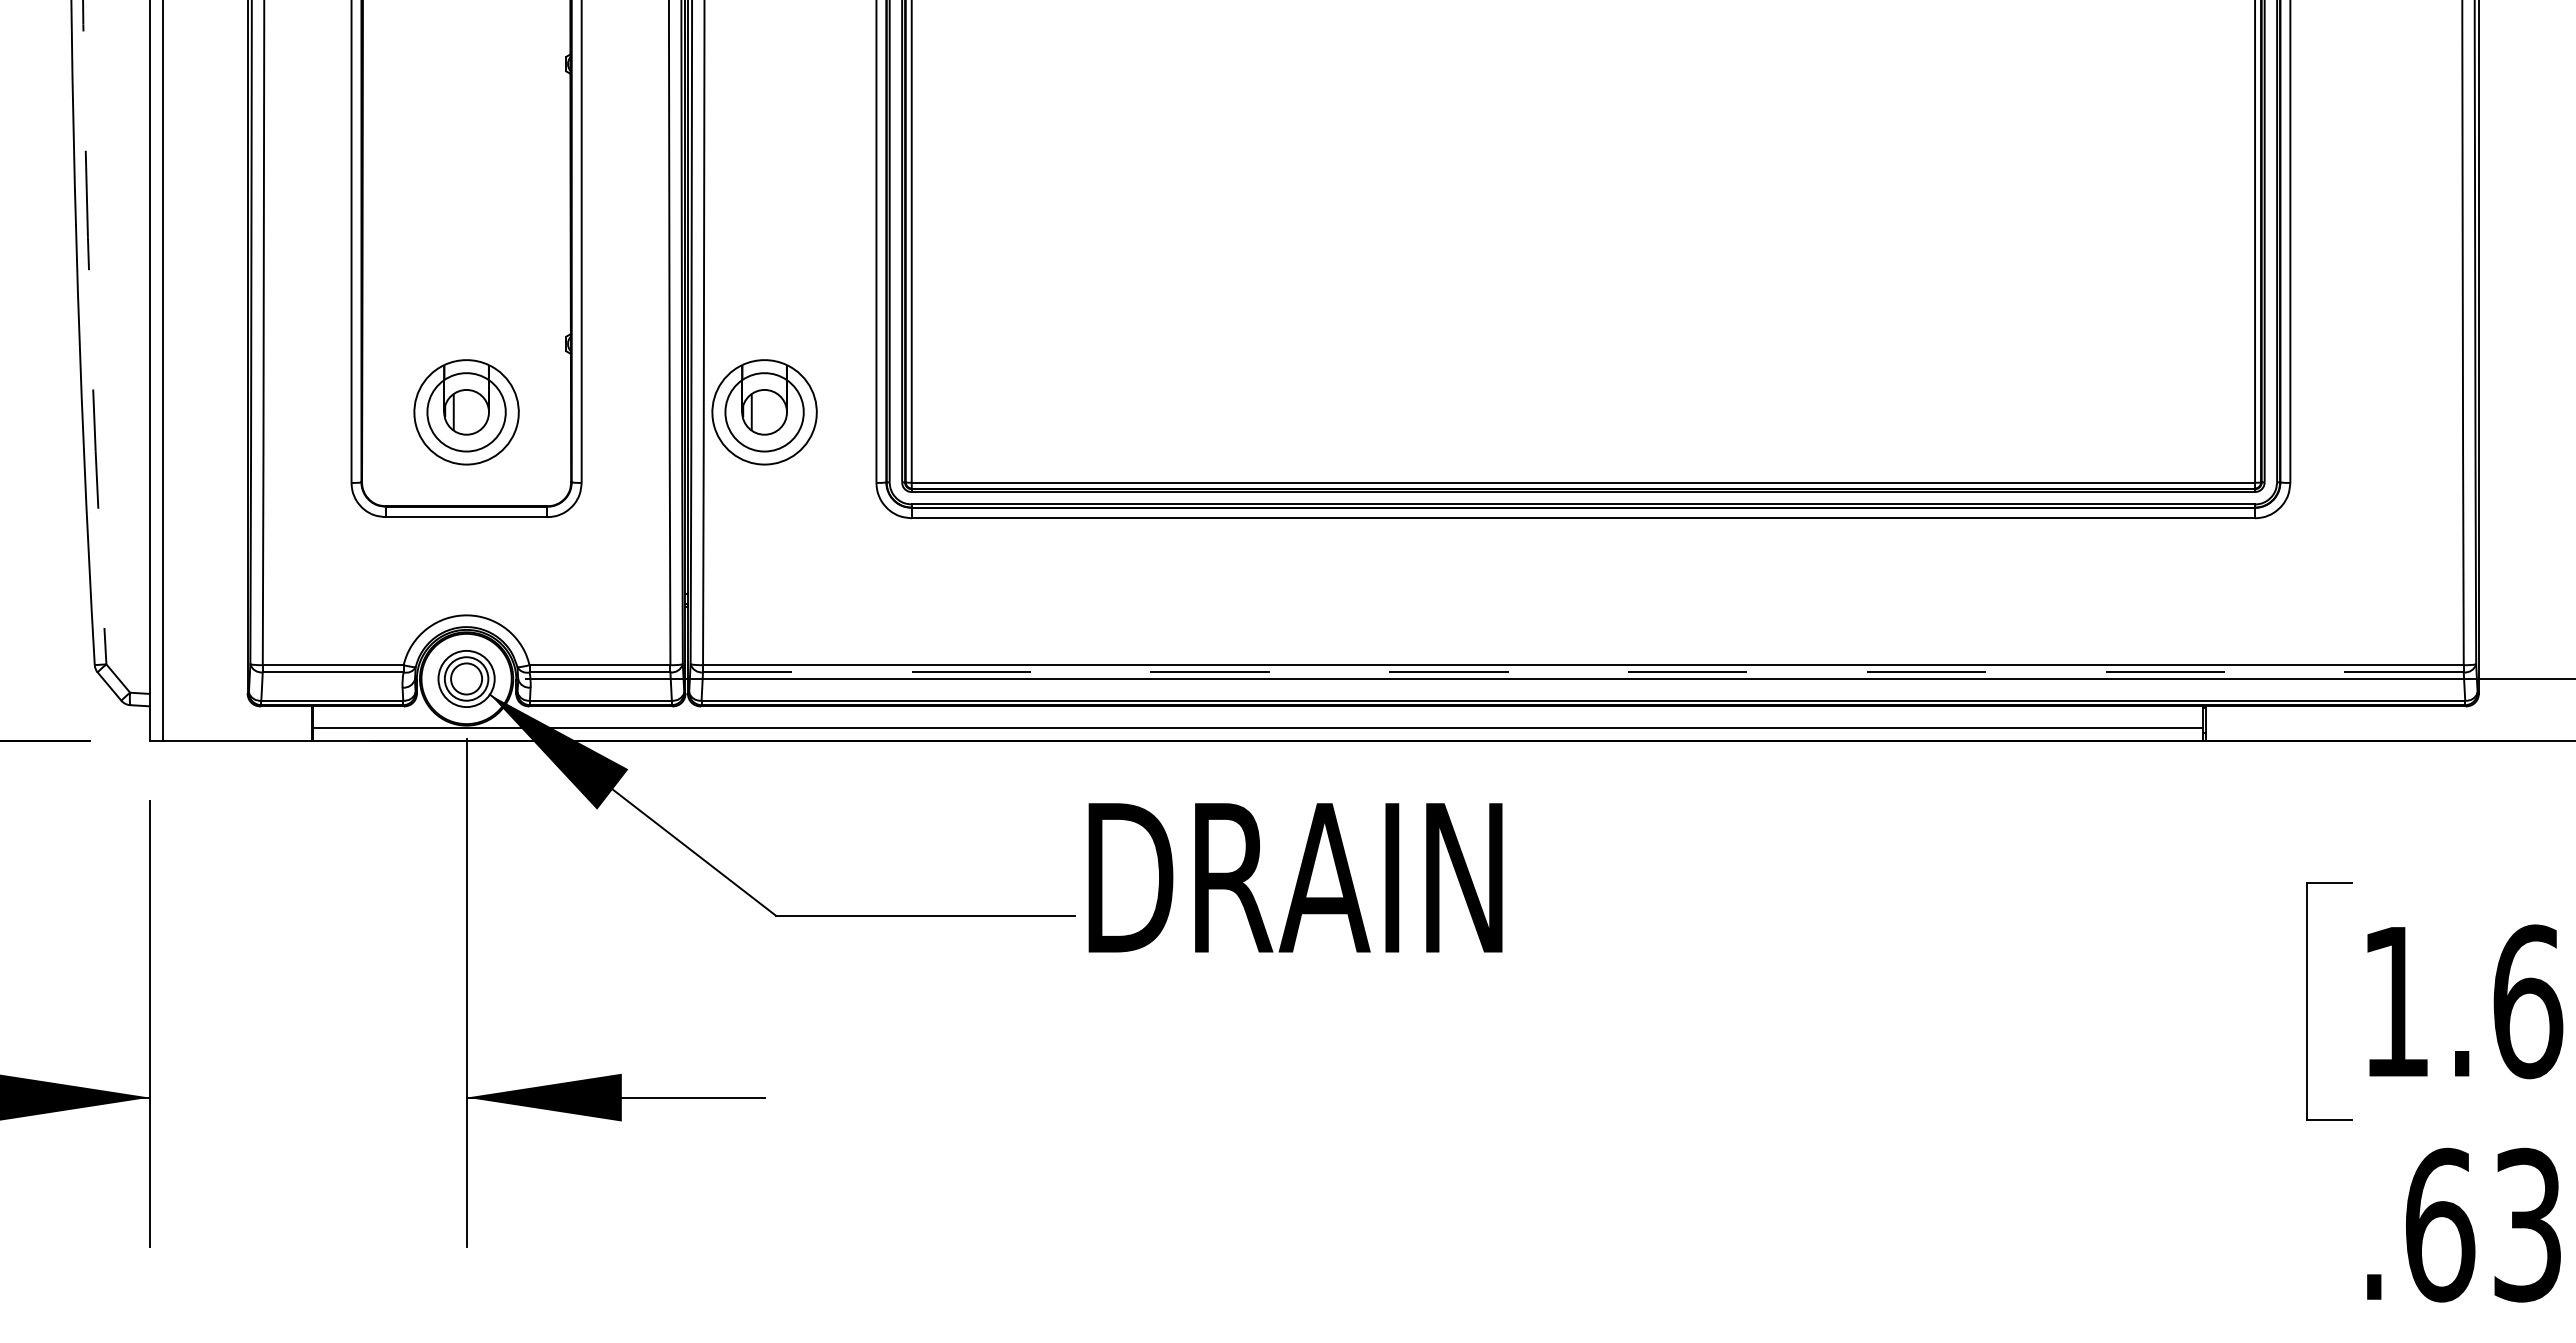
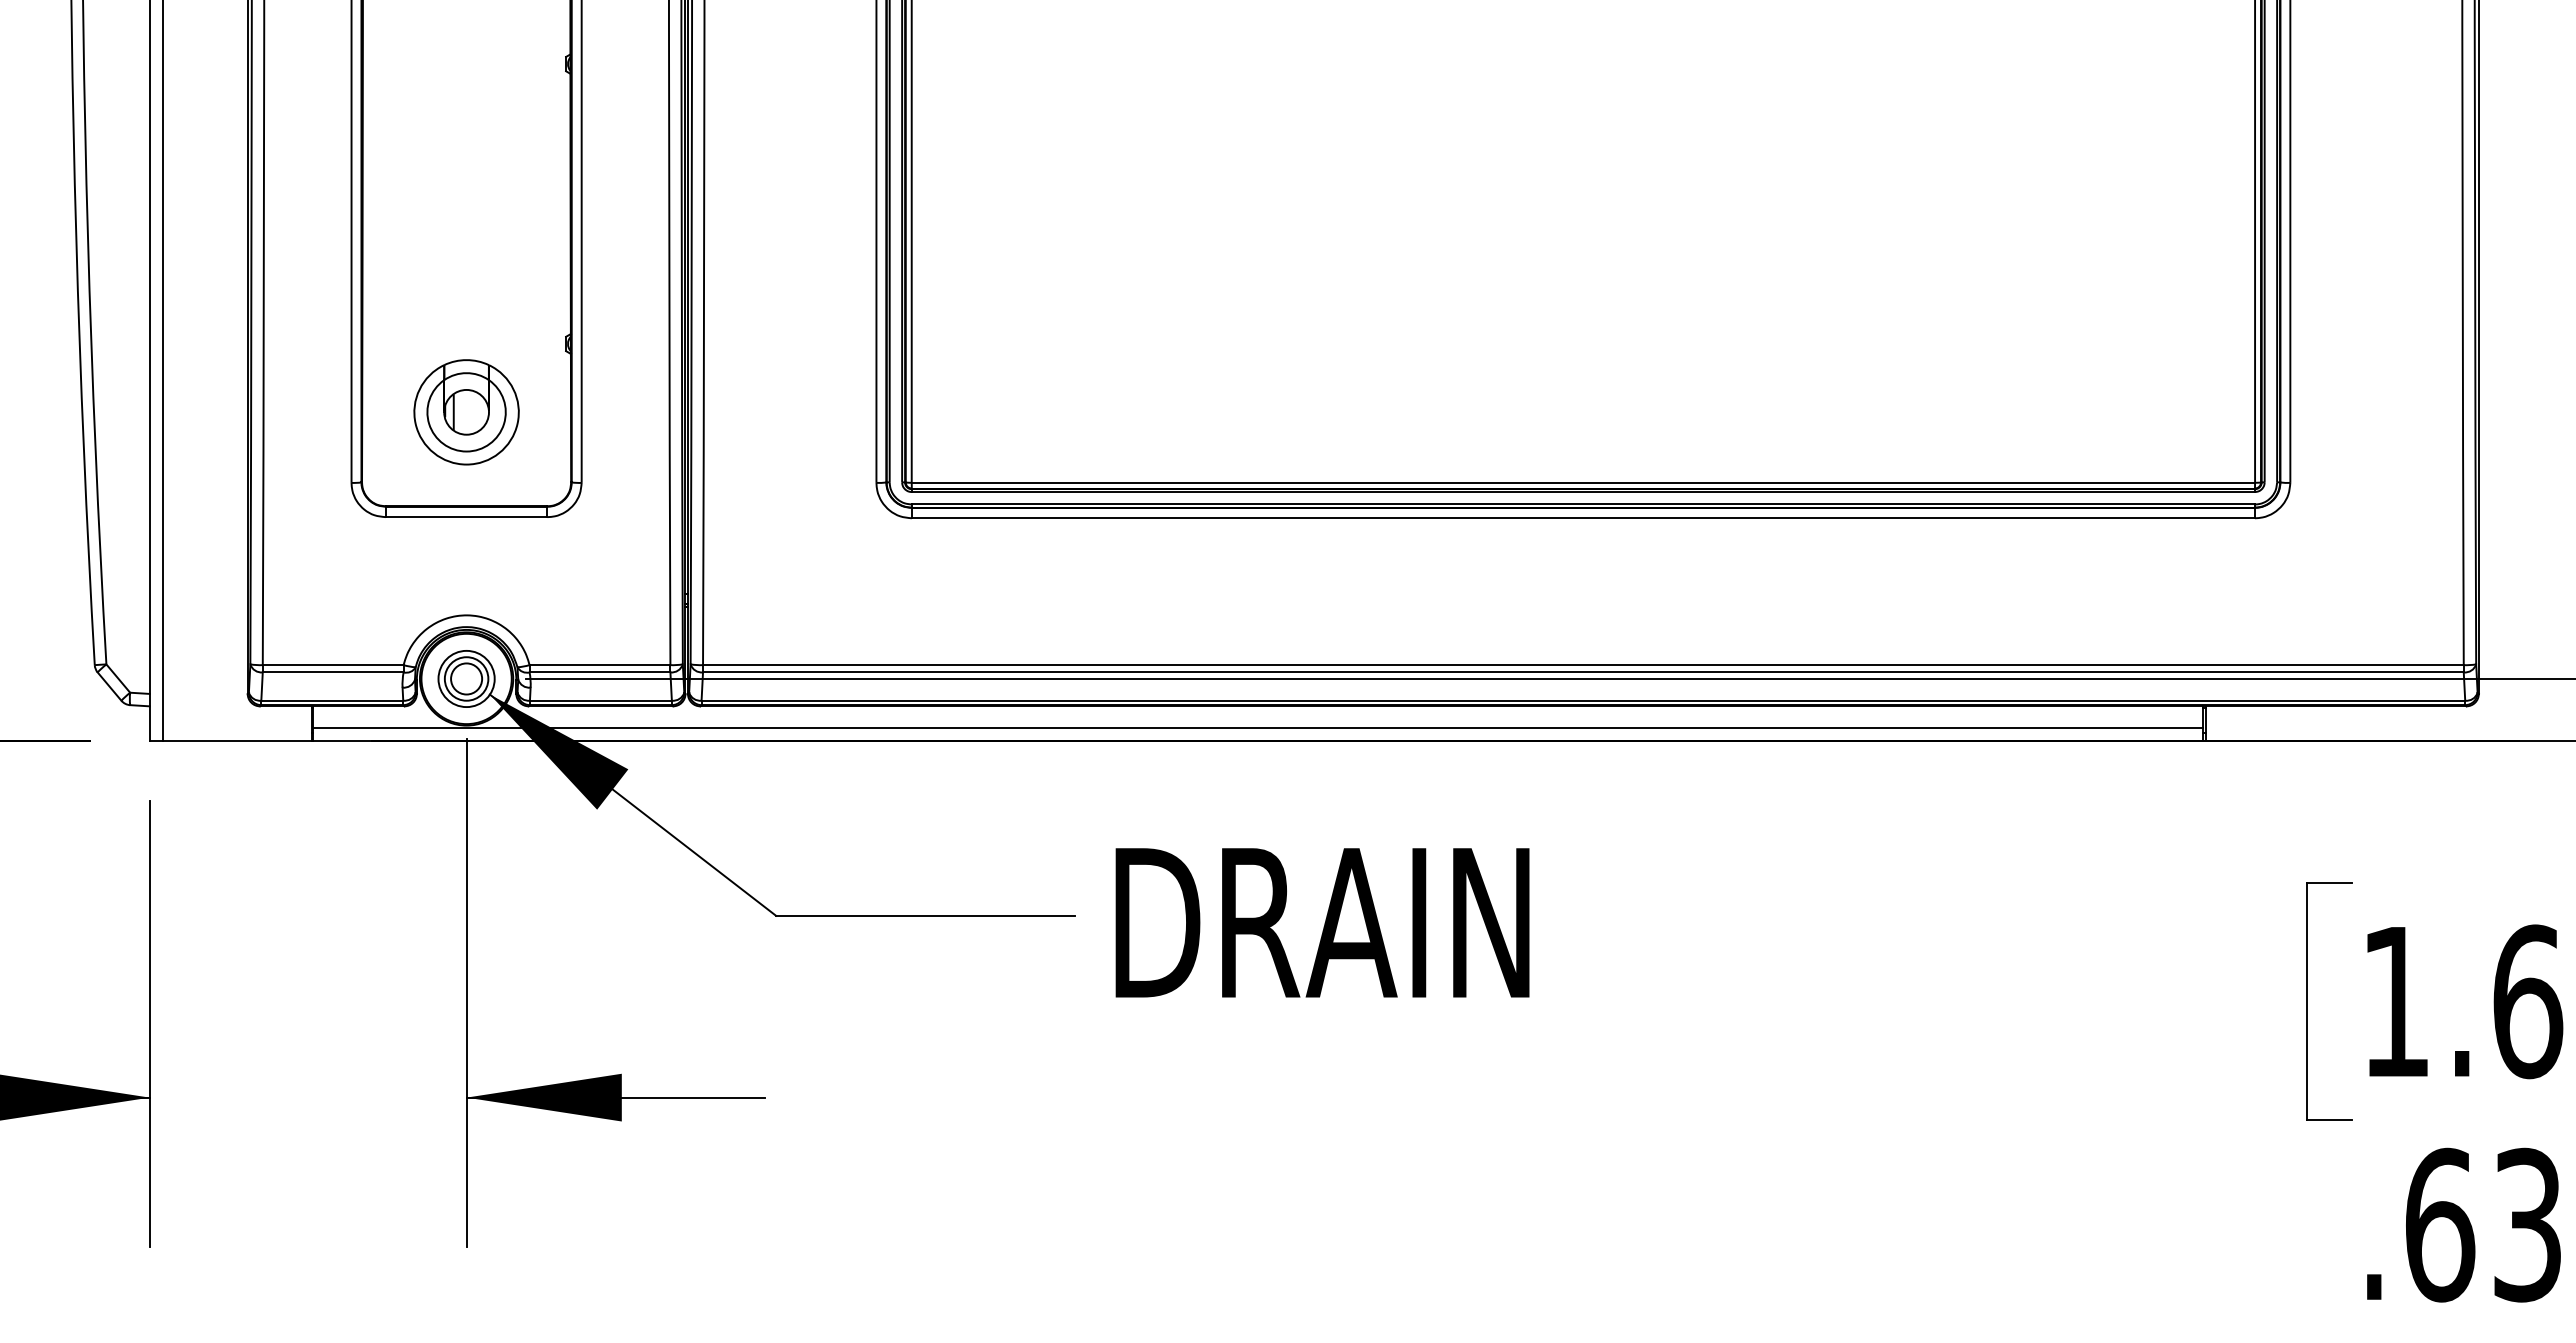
arc at (91, 332): dashed -> solid
part at (764, 412): present -> none
line at (1582, 672): dashed -> solid
text at (1295, 877) position: (1295, 877) -> (1322, 922)
